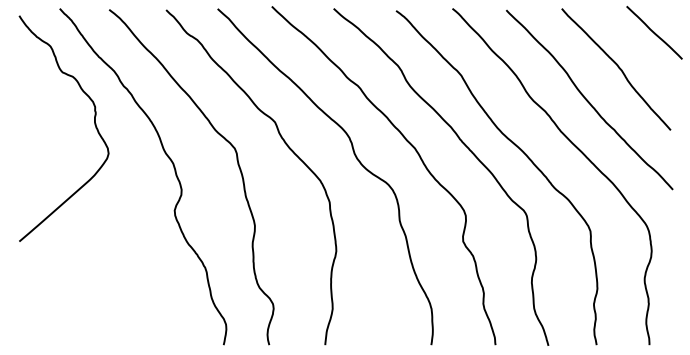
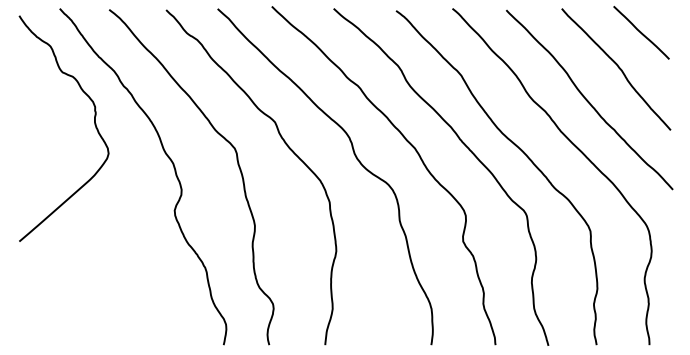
line at (654, 32) position: (654, 32) -> (641, 32)
